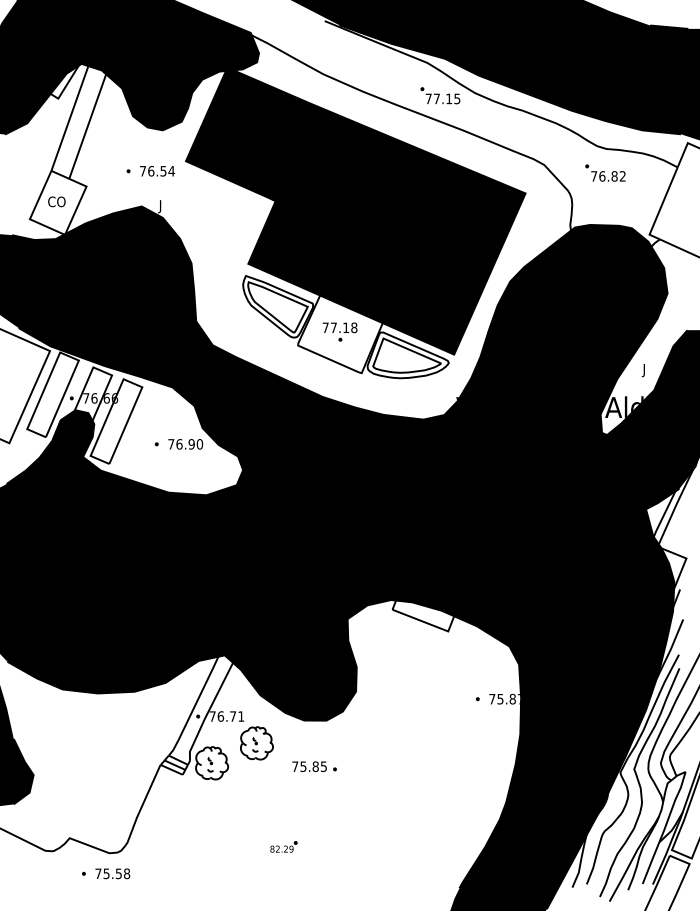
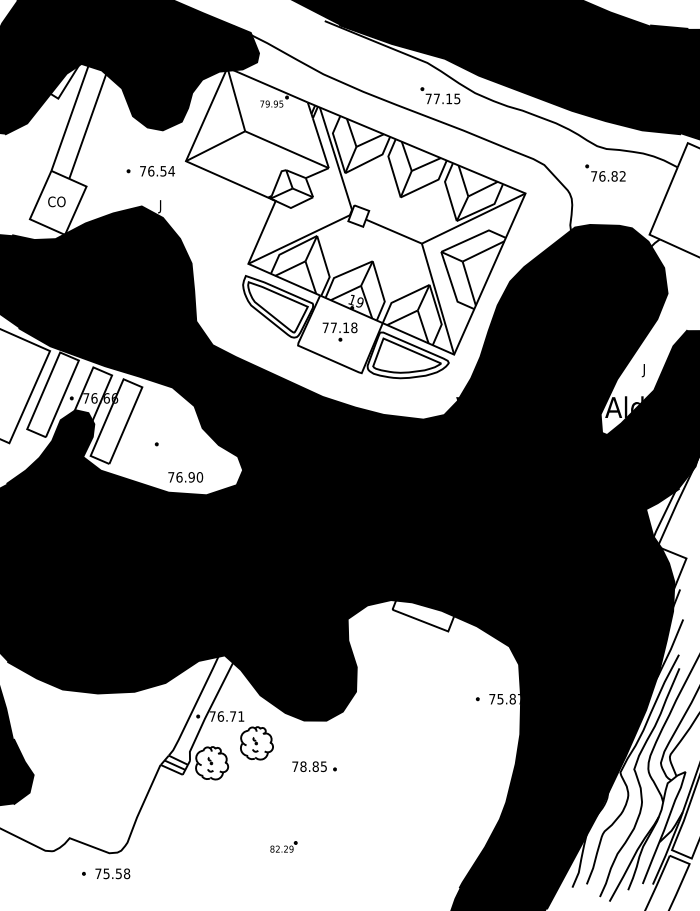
fill at (355, 210): present -> none
text at (185, 444) position: (185, 444) -> (185, 477)
text at (303, 766): 75.85 -> 78.85
